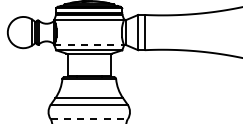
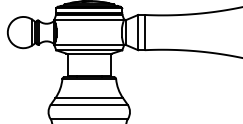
line at (89, 45): dashed -> solid
line at (89, 119): dashed -> solid
